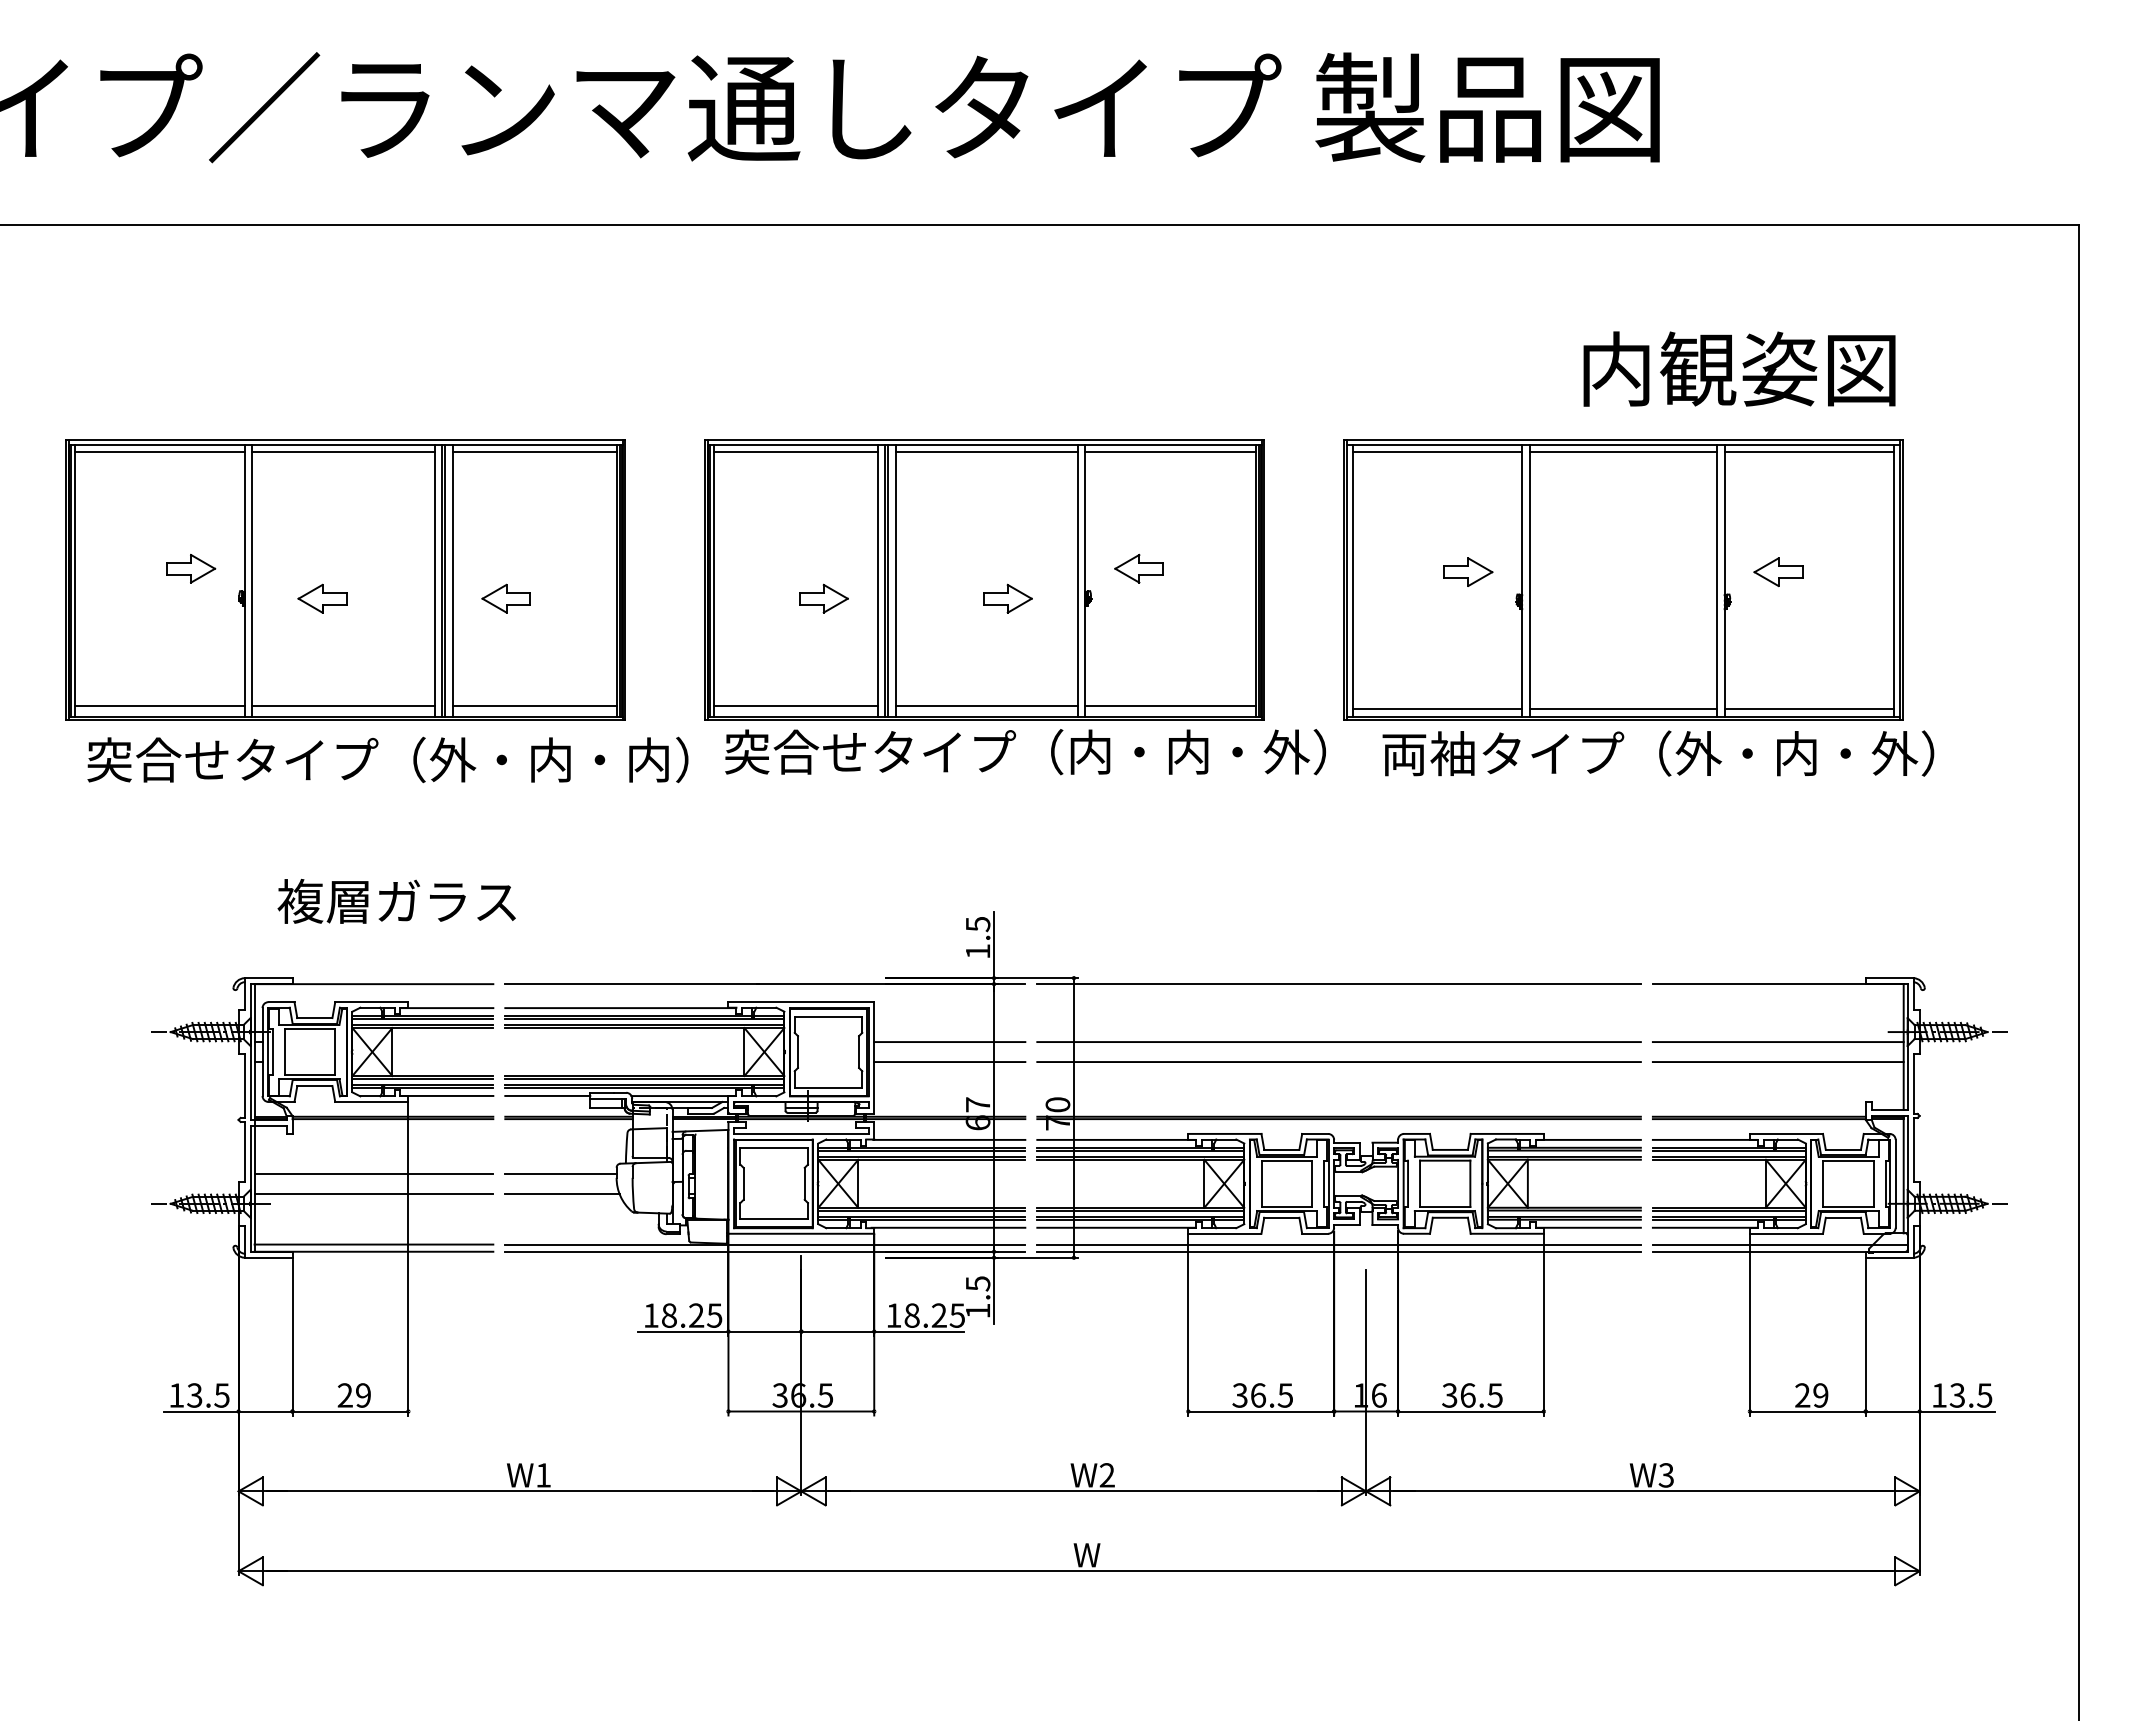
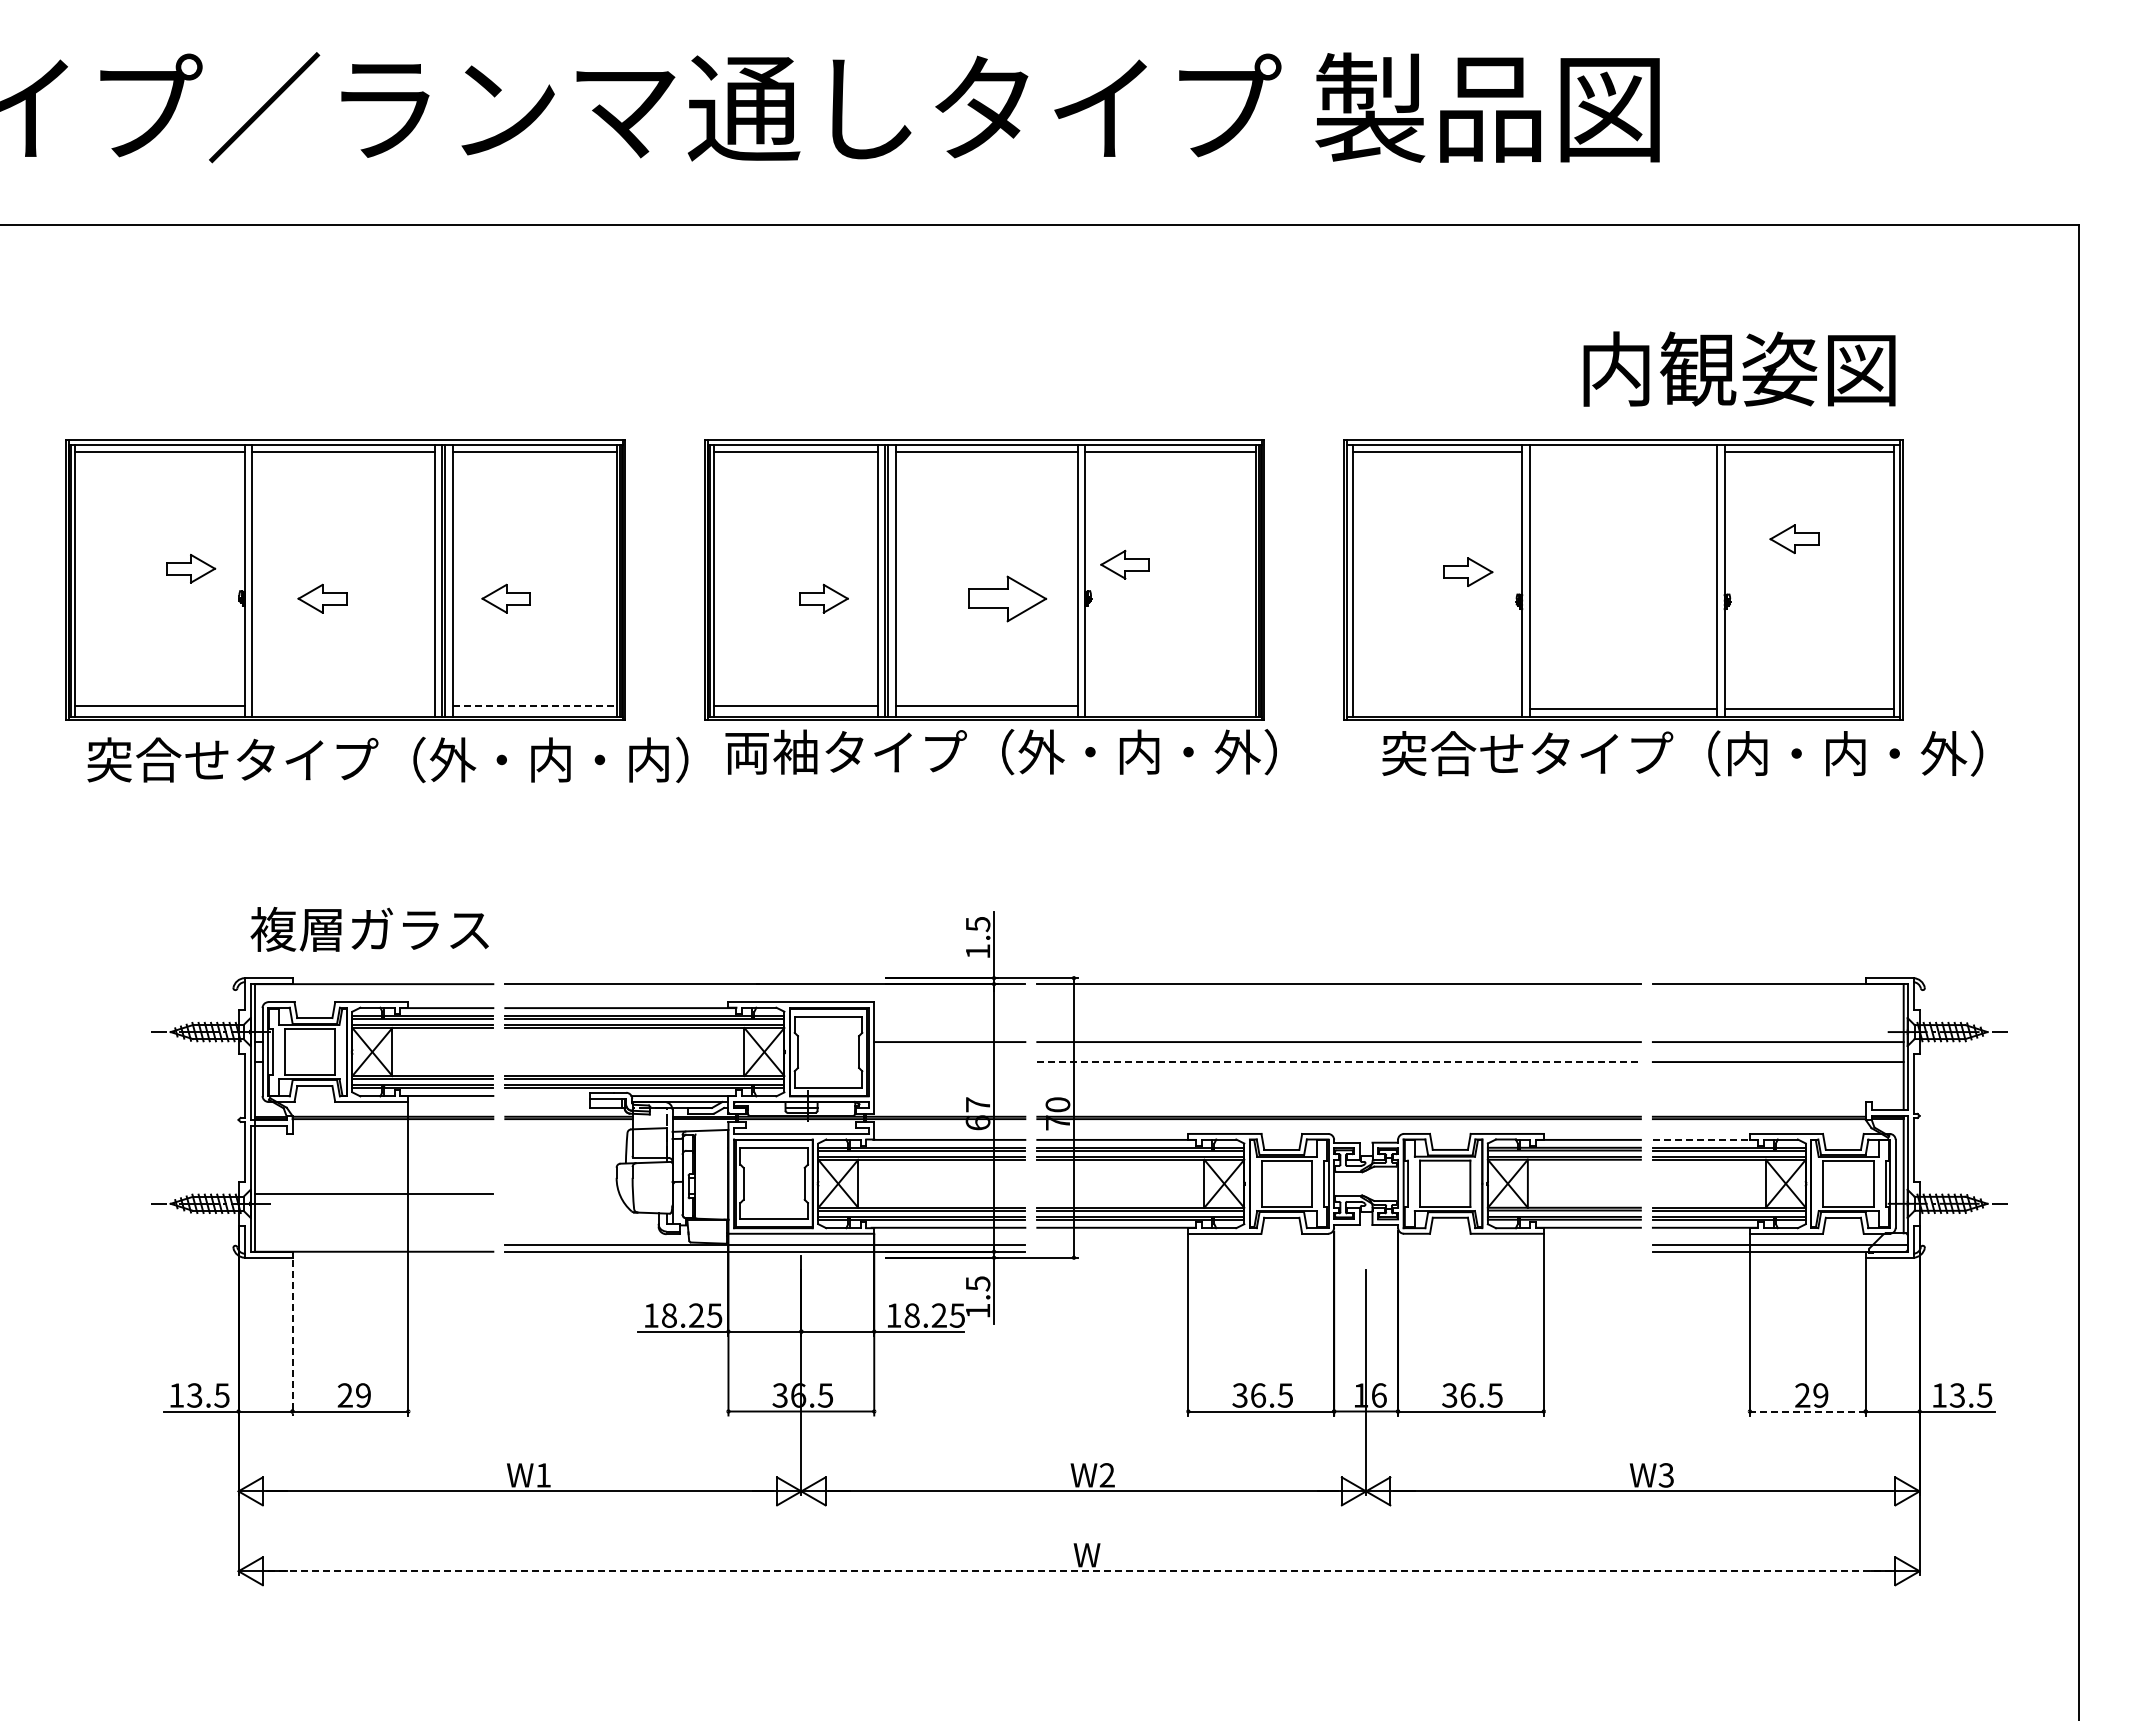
line at (1623, 452): present -> none
part at (1138, 568) position: (1138, 568) -> (1124, 564)
part at (1778, 572) position: (1778, 572) -> (1794, 539)
part at (1007, 598) size: 50x31 px -> 80x48 px
line at (343, 705): present -> none
line at (535, 705): solid -> dashed
line at (1170, 705): present -> none
line at (1437, 709): present -> none
text at (1025, 752): 突合せタイプ（内・内・外） -> 両袖タイプ（外・内・外）
text at (1682, 753): 両袖タイプ（外・内・外） -> 突合せタイプ（内・内・外）
text at (396, 901) position: (396, 901) -> (369, 929)
line at (949, 1062): present -> none
line at (1339, 1062): solid -> dashed
line at (547, 1095): present -> none
line at (1705, 1139): solid -> dashed
line at (373, 1173): present -> none
line at (560, 1173): present -> none
line at (562, 1193): present -> none
line at (373, 1244): present -> none
line at (1338, 1244): present -> none
line at (1338, 1251): present -> none
line at (292, 1337): solid -> dashed
line at (1807, 1411): solid -> dashed
line at (1079, 1571): solid -> dashed
